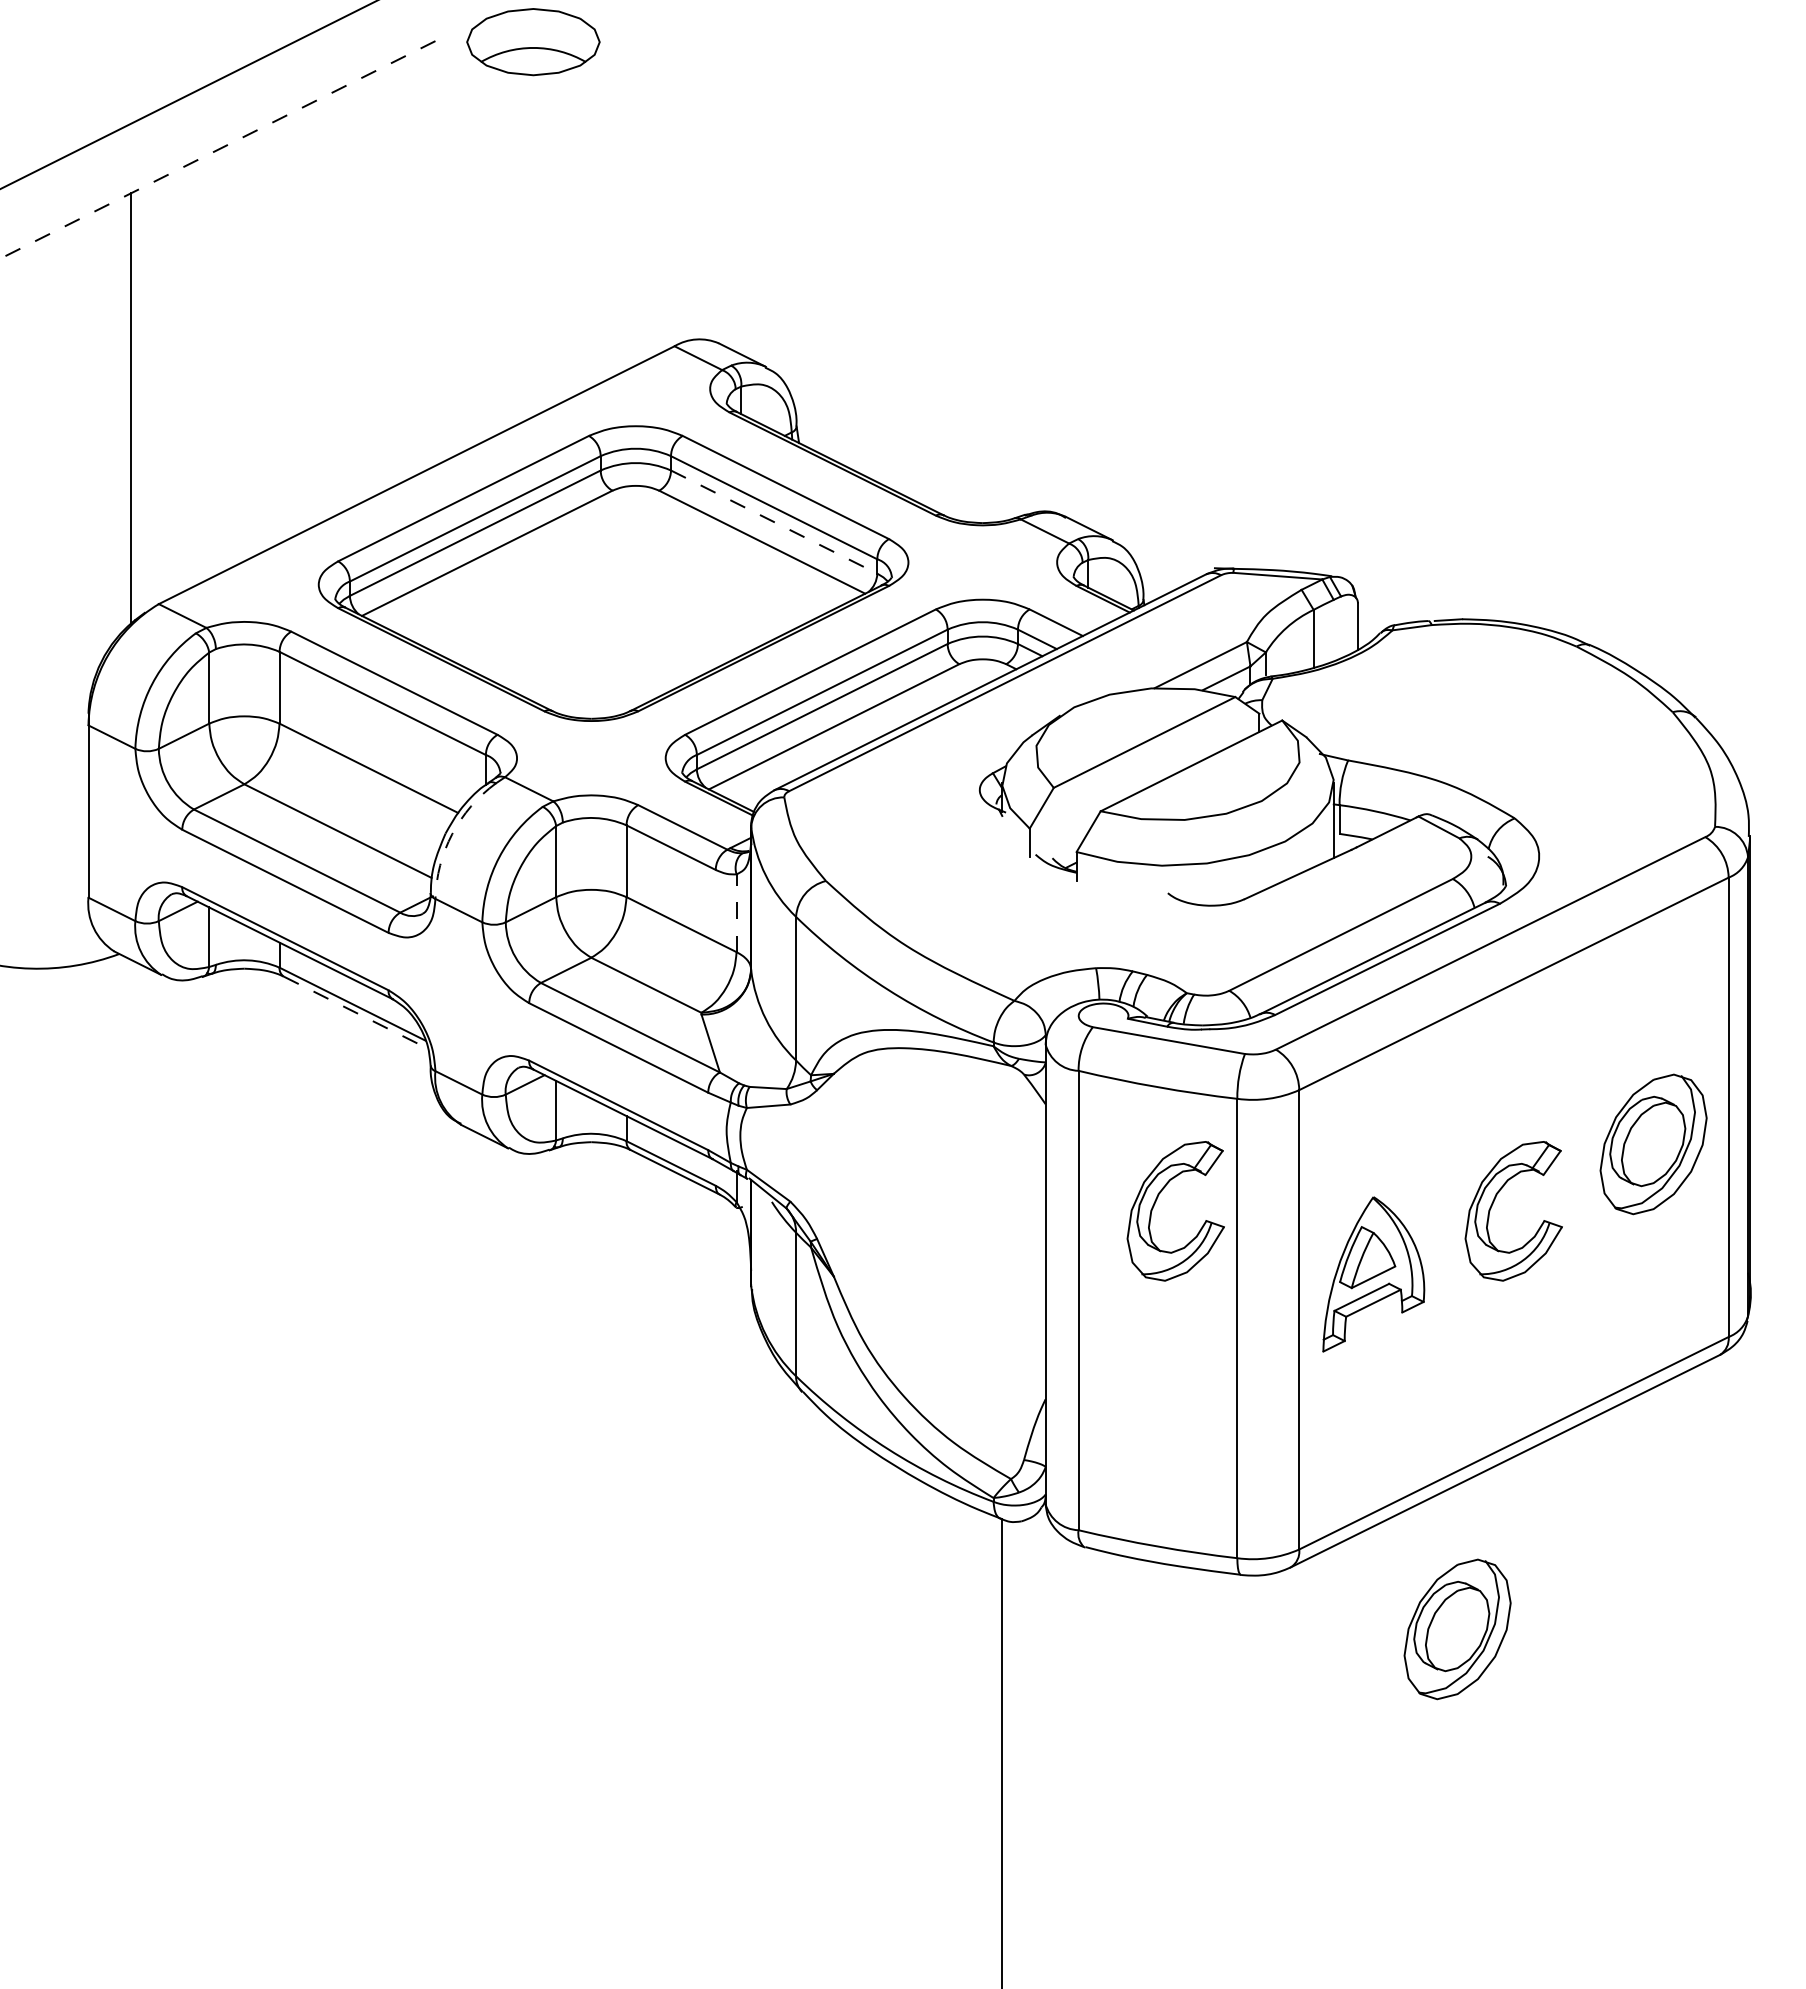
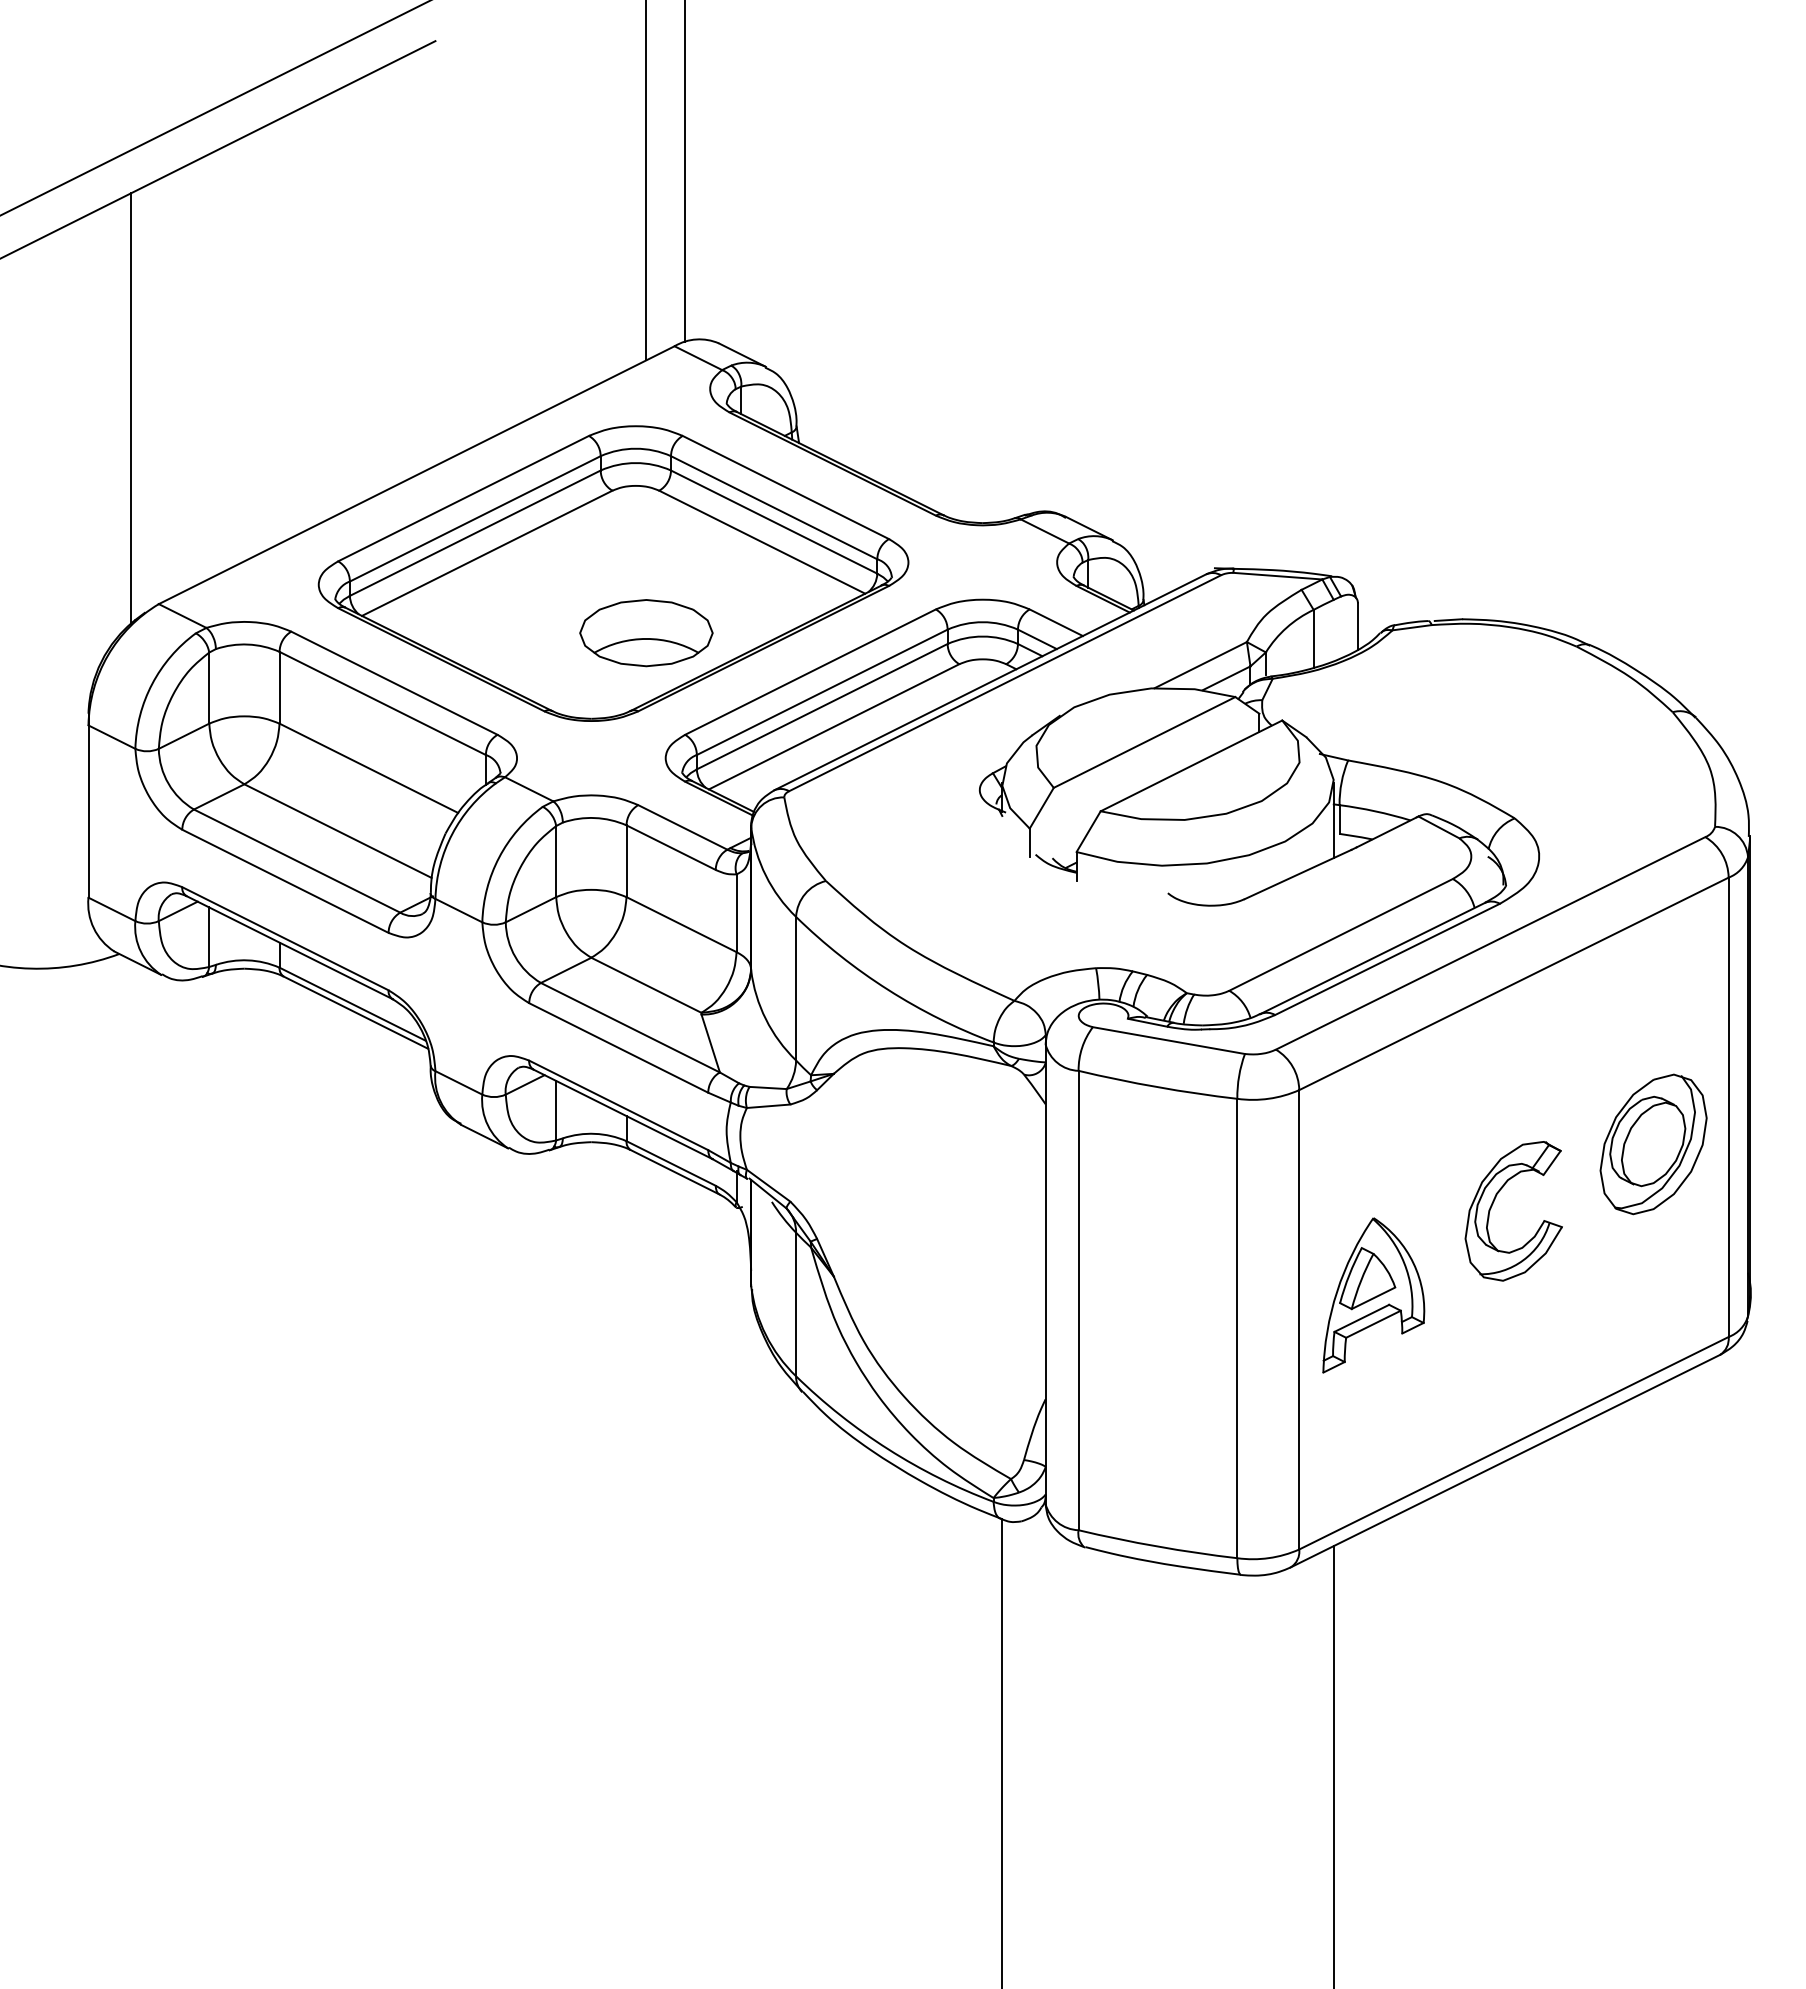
part at (533, 42) position: (533, 42) -> (646, 633)
line at (188, 95) position: (188, 95) -> (214, 108)
line at (217, 150): dashed -> solid
line at (685, 171): none -> present
line at (646, 181): none -> present
line at (774, 522): dashed -> solid
arc at (452, 834): dashed -> solid
line at (736, 913): dashed -> solid
line at (356, 1012): dashed -> solid
part at (1155, 1204): present -> none
part at (1373, 1274) position: (1373, 1274) -> (1373, 1295)
part at (1457, 1629): present -> none
line at (1333, 1765): none -> present
